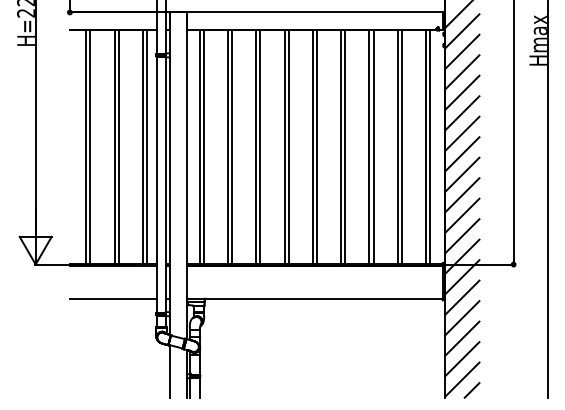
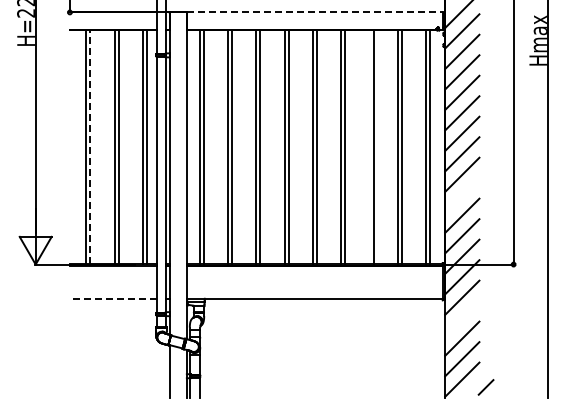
line at (315, 12): solid -> dashed
line at (369, 146): present -> none
line at (90, 147): solid -> dashed
line at (462, 195): present -> none
line at (112, 298): solid -> dashed
line at (462, 318): present -> none
line at (471, 390) position: (471, 390) -> (485, 387)
